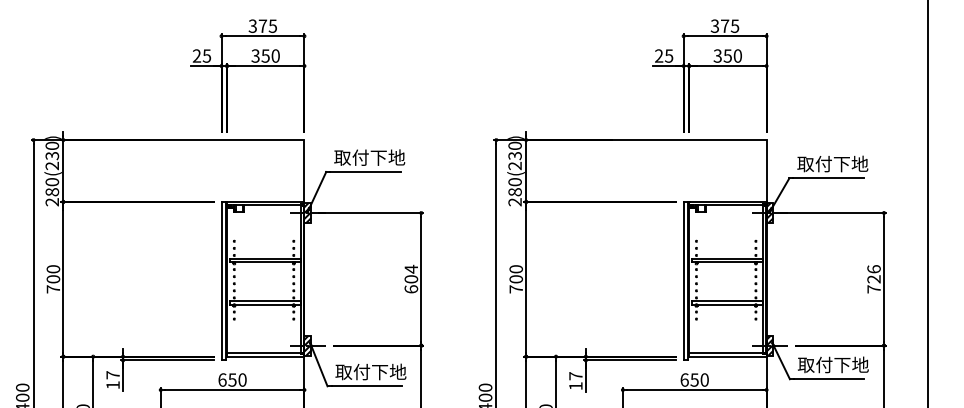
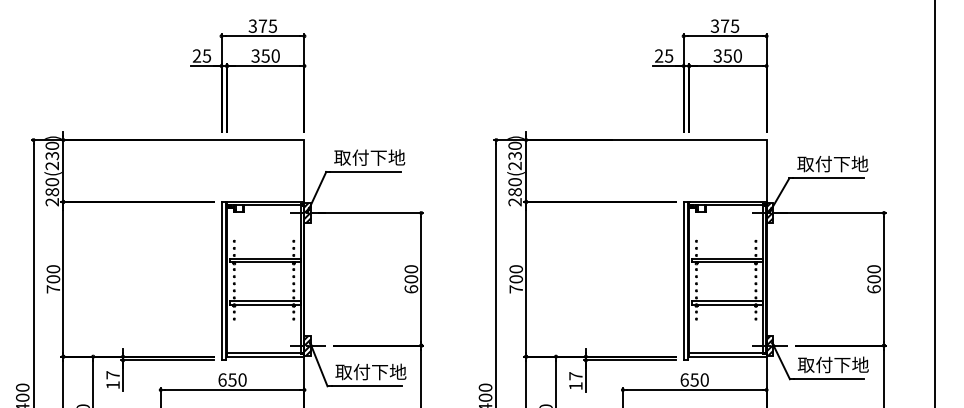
line at (928, 203) position: (928, 203) -> (935, 203)
text at (411, 268): 604 -> 600
text at (873, 279): 726 -> 600
